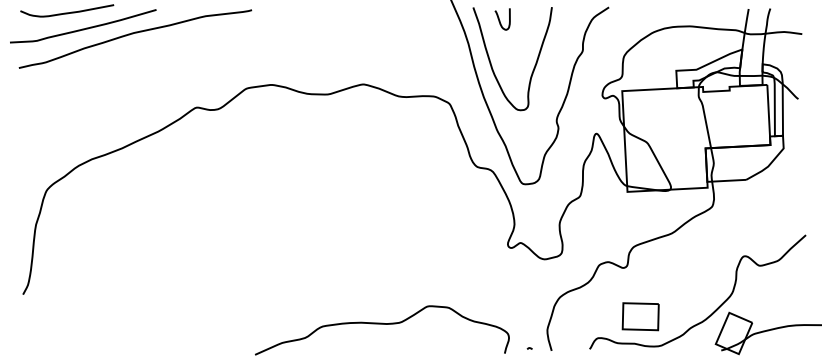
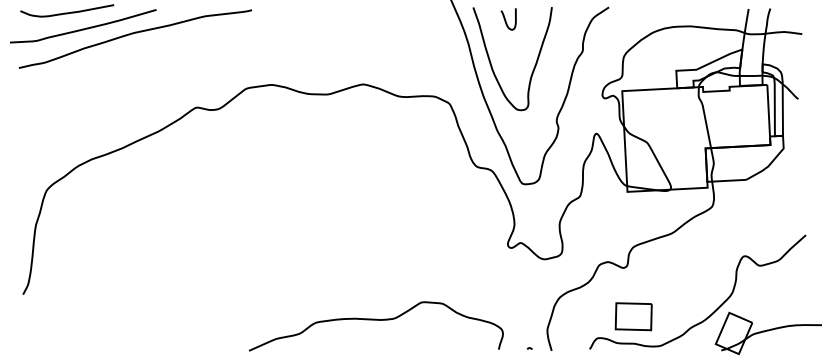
curve at (500, 20) position: (500, 20) -> (506, 20)
part at (640, 316) position: (640, 316) -> (633, 316)
curve at (382, 324) position: (382, 324) -> (376, 320)
